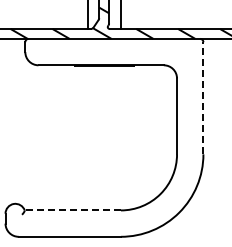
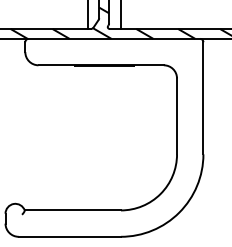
line at (203, 97): dashed -> solid
line at (72, 210): dashed -> solid
